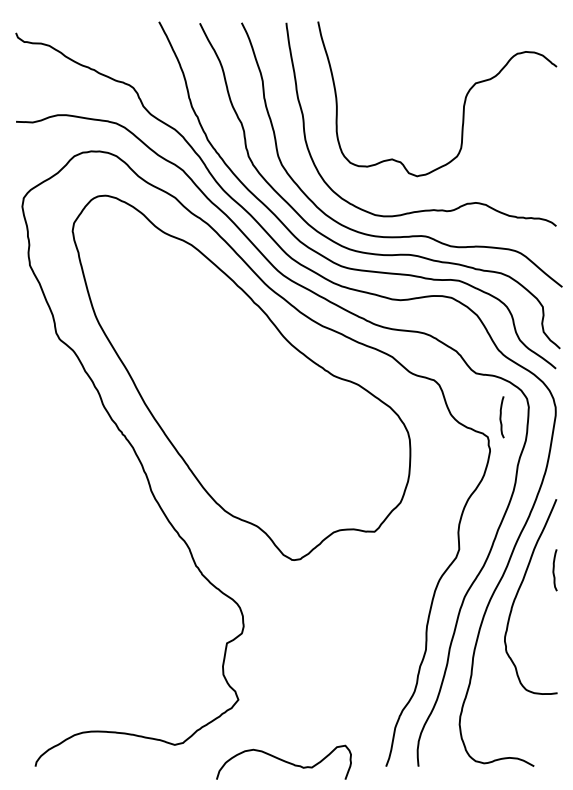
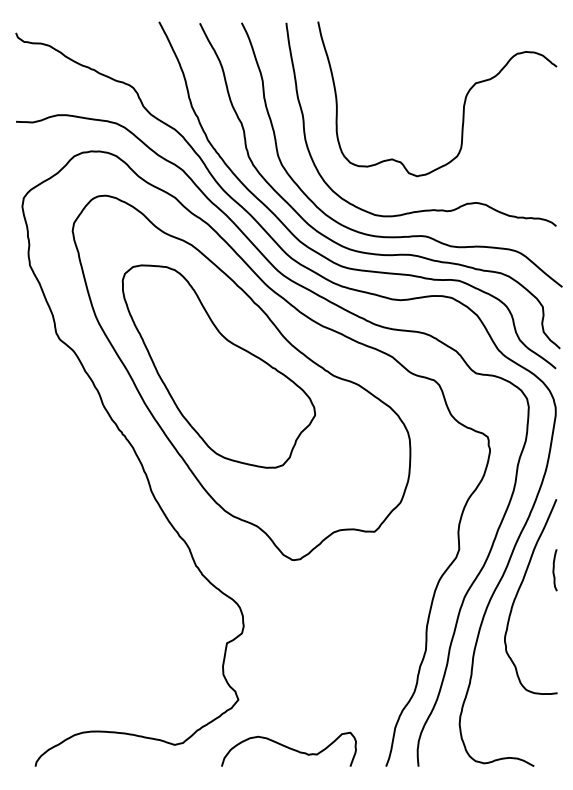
part at (218, 366): none -> present
curve at (501, 417): present -> none
curve at (283, 761) position: (283, 761) -> (288, 748)
